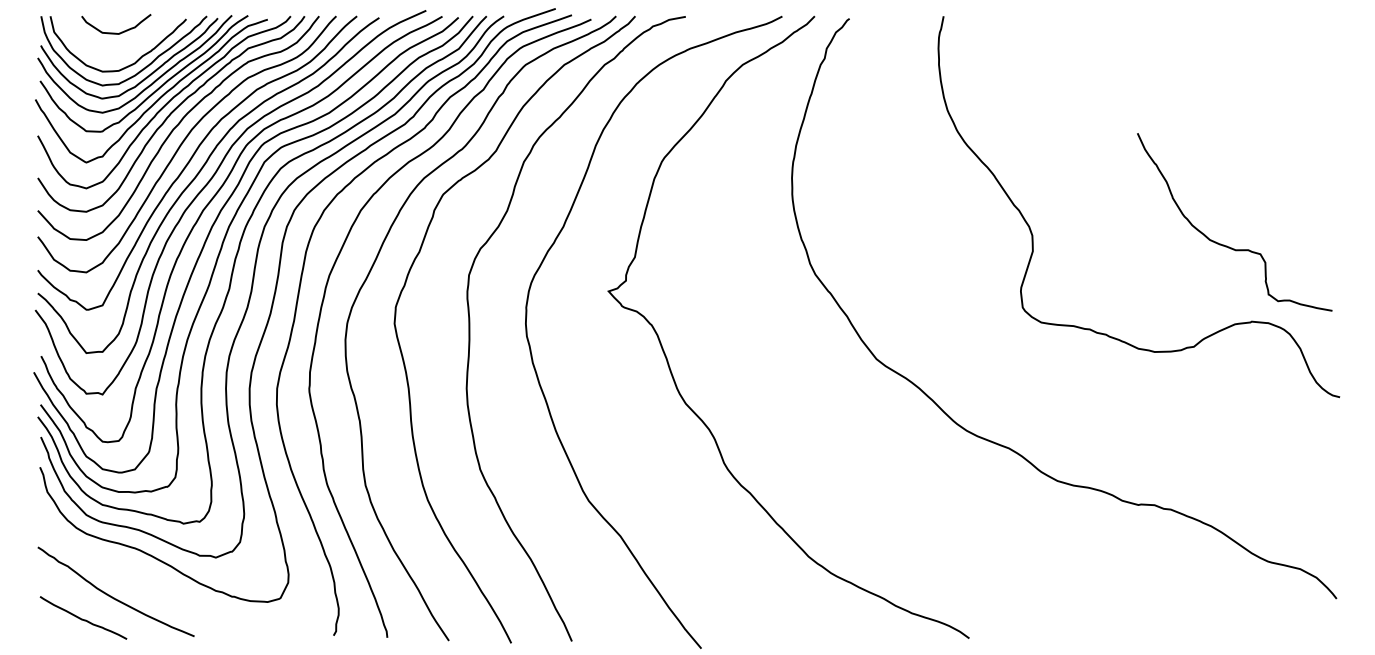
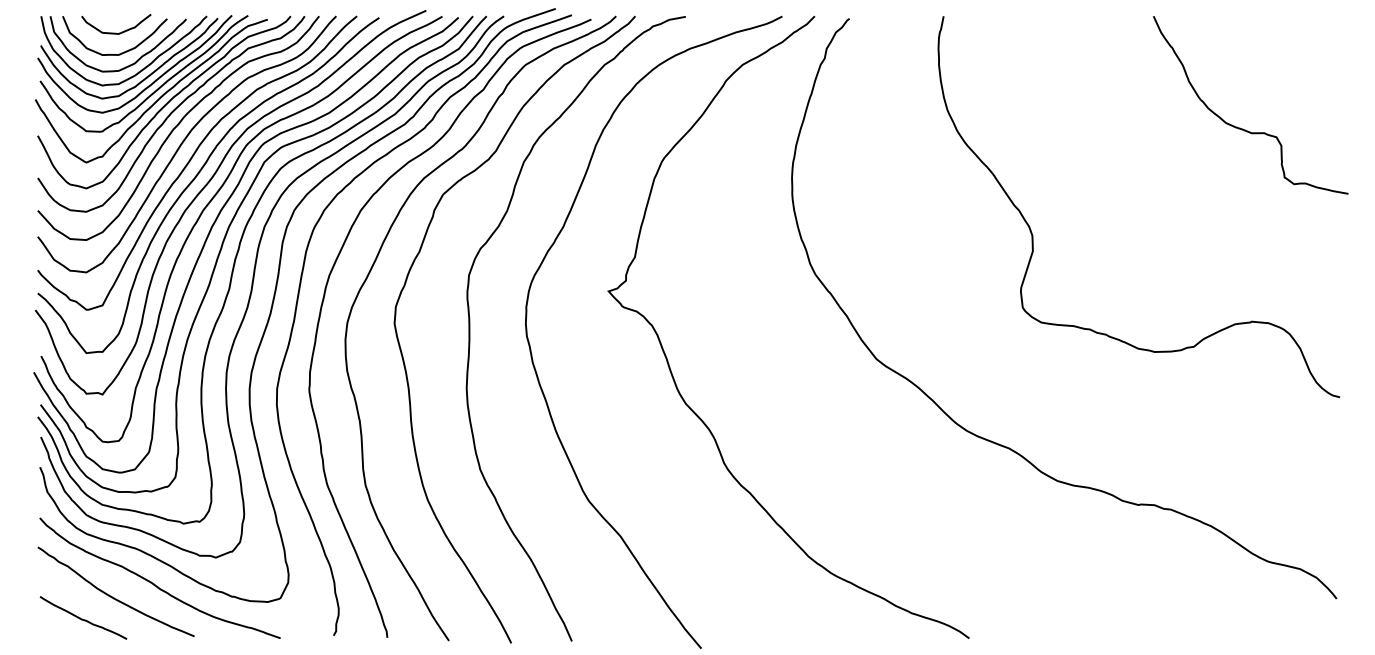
curve at (123, 51): none -> present
curve at (1227, 245) position: (1227, 245) -> (1243, 128)
curve at (154, 583): none -> present
